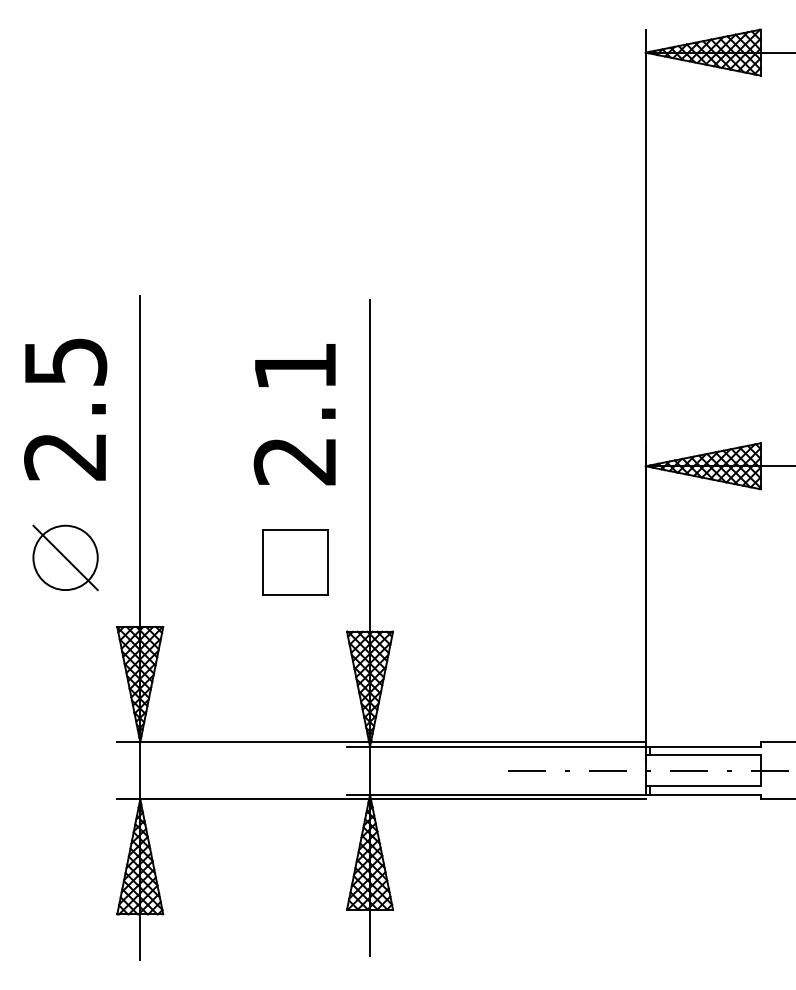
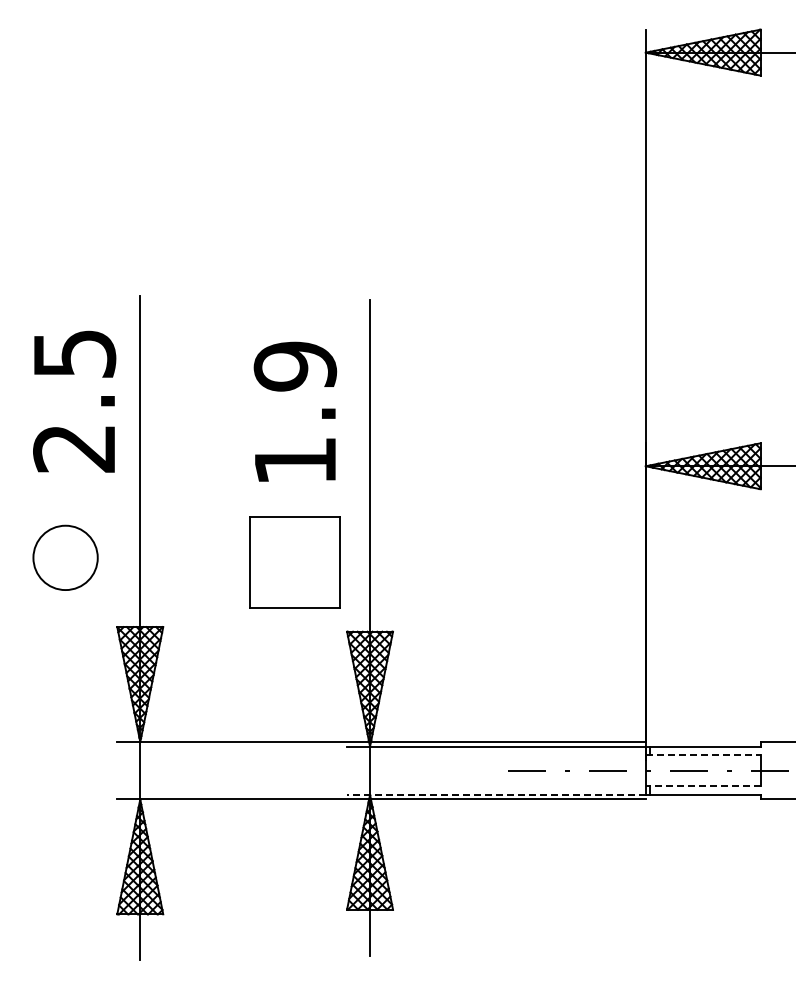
text at (65, 409) position: (65, 409) -> (74, 401)
text at (295, 413): 2.1 -> 1.9
line at (65, 557): present -> none
part at (295, 562) size: 67x67 px -> 92x93 px
line at (703, 755): solid -> dashed
line at (702, 786): solid -> dashed
line at (495, 794): solid -> dashed
